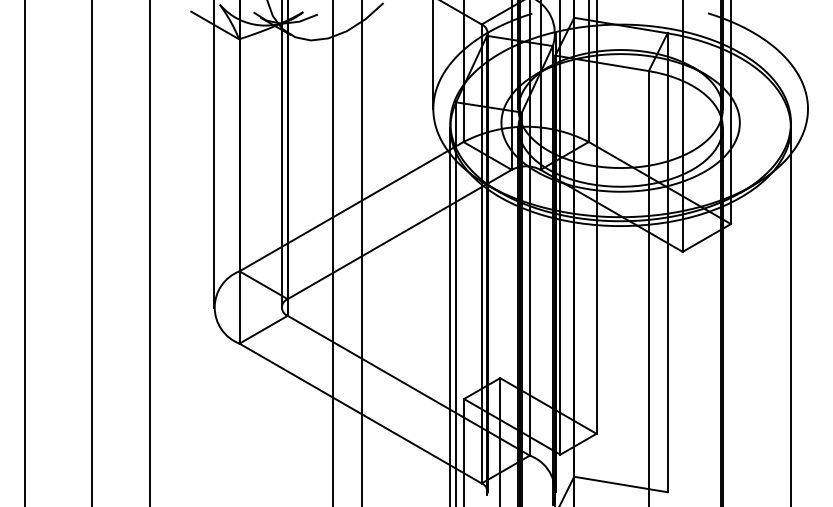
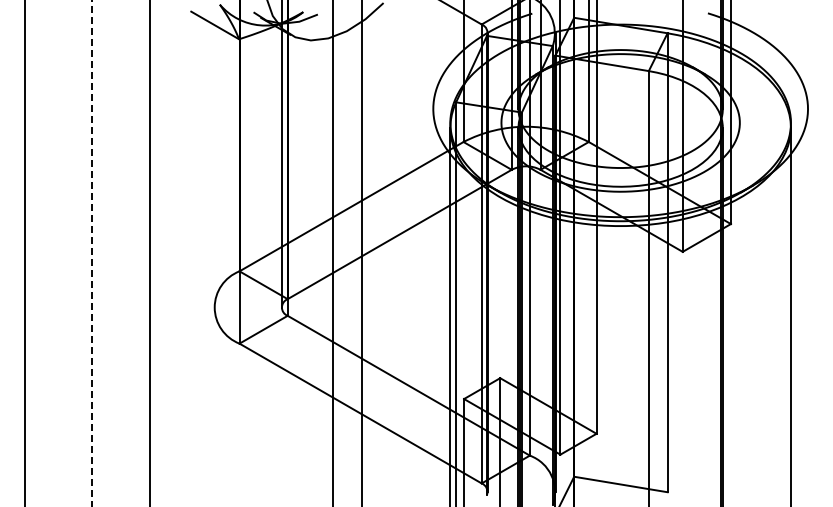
line at (433, 55): present -> none
line at (213, 154): present -> none
line at (91, 252): solid -> dashed
